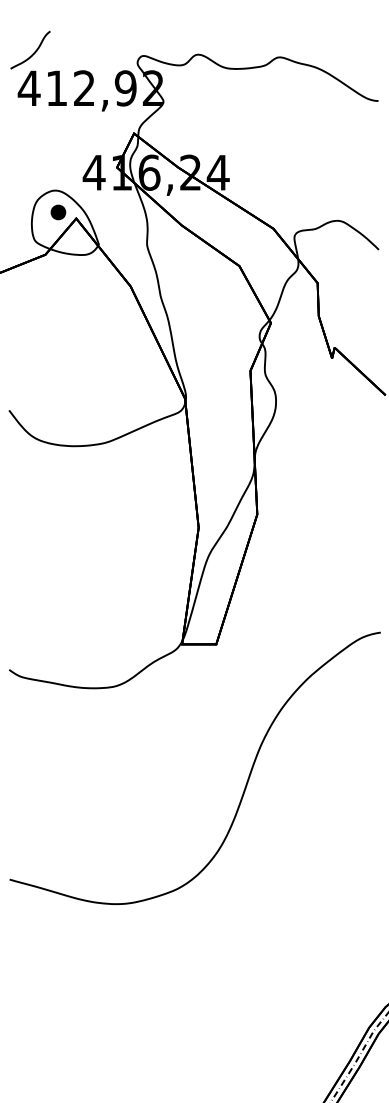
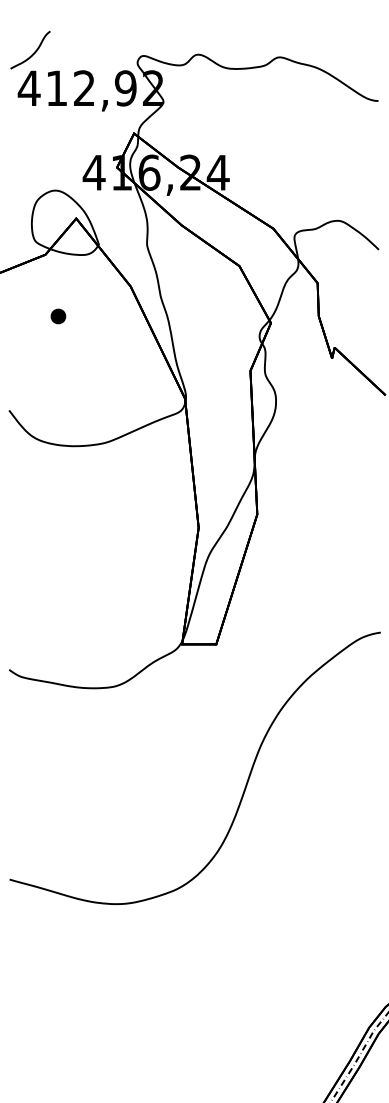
part at (58, 212) position: (58, 212) -> (58, 316)
